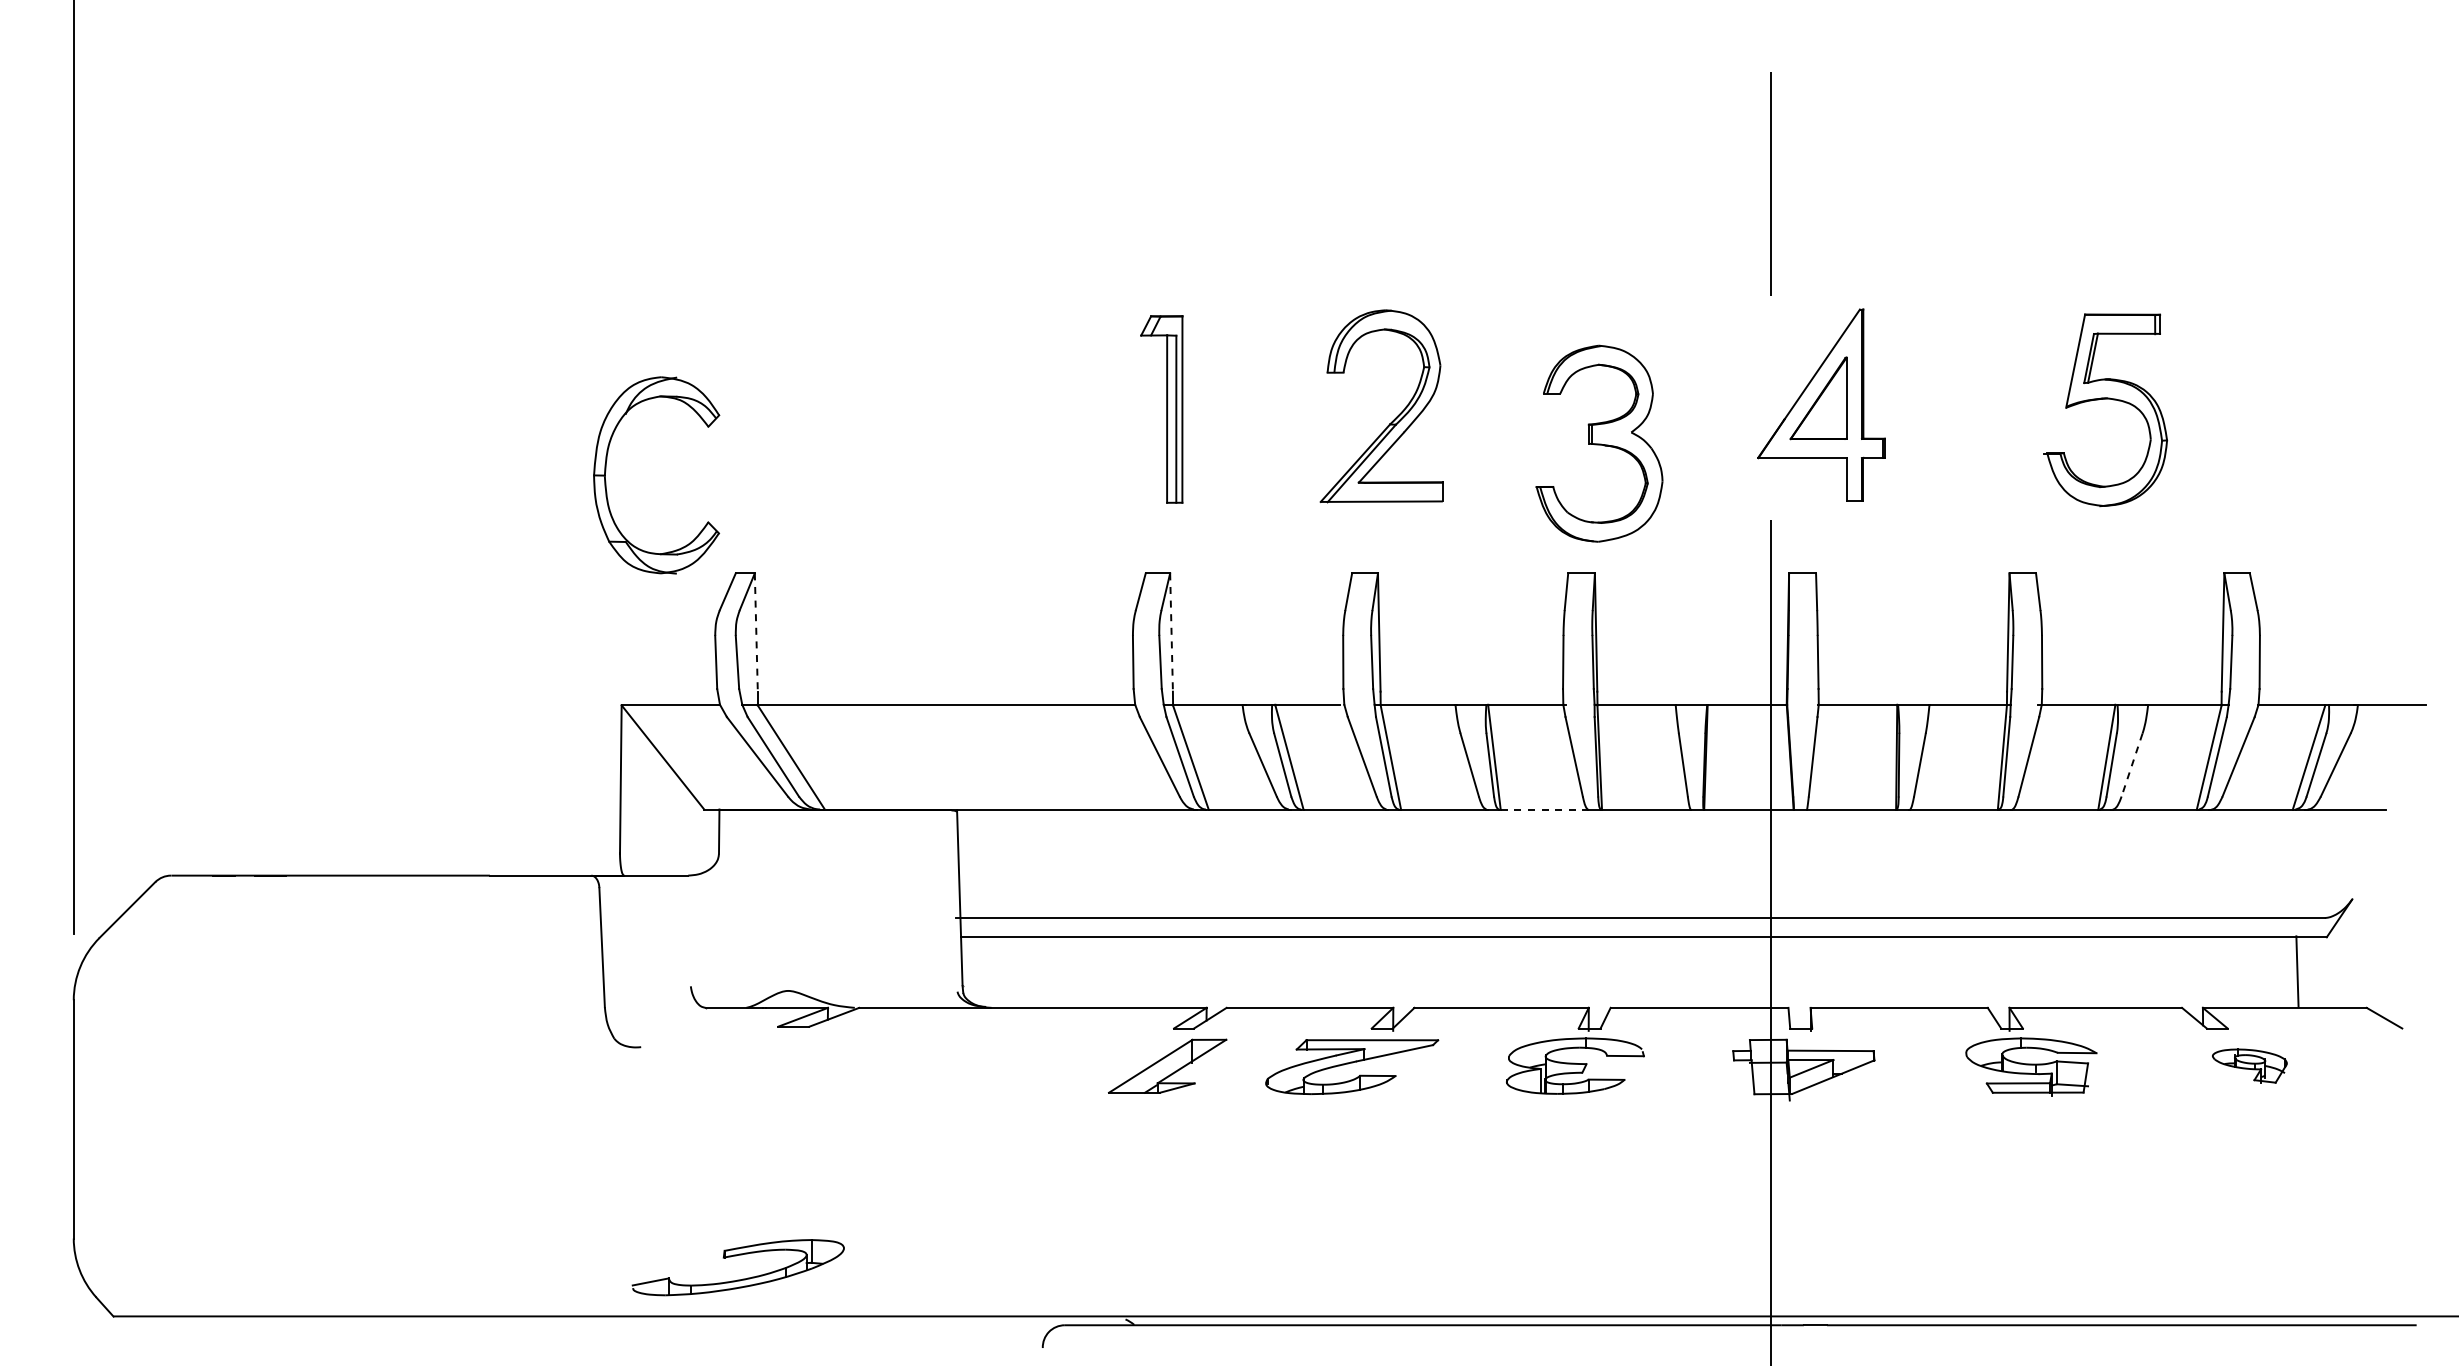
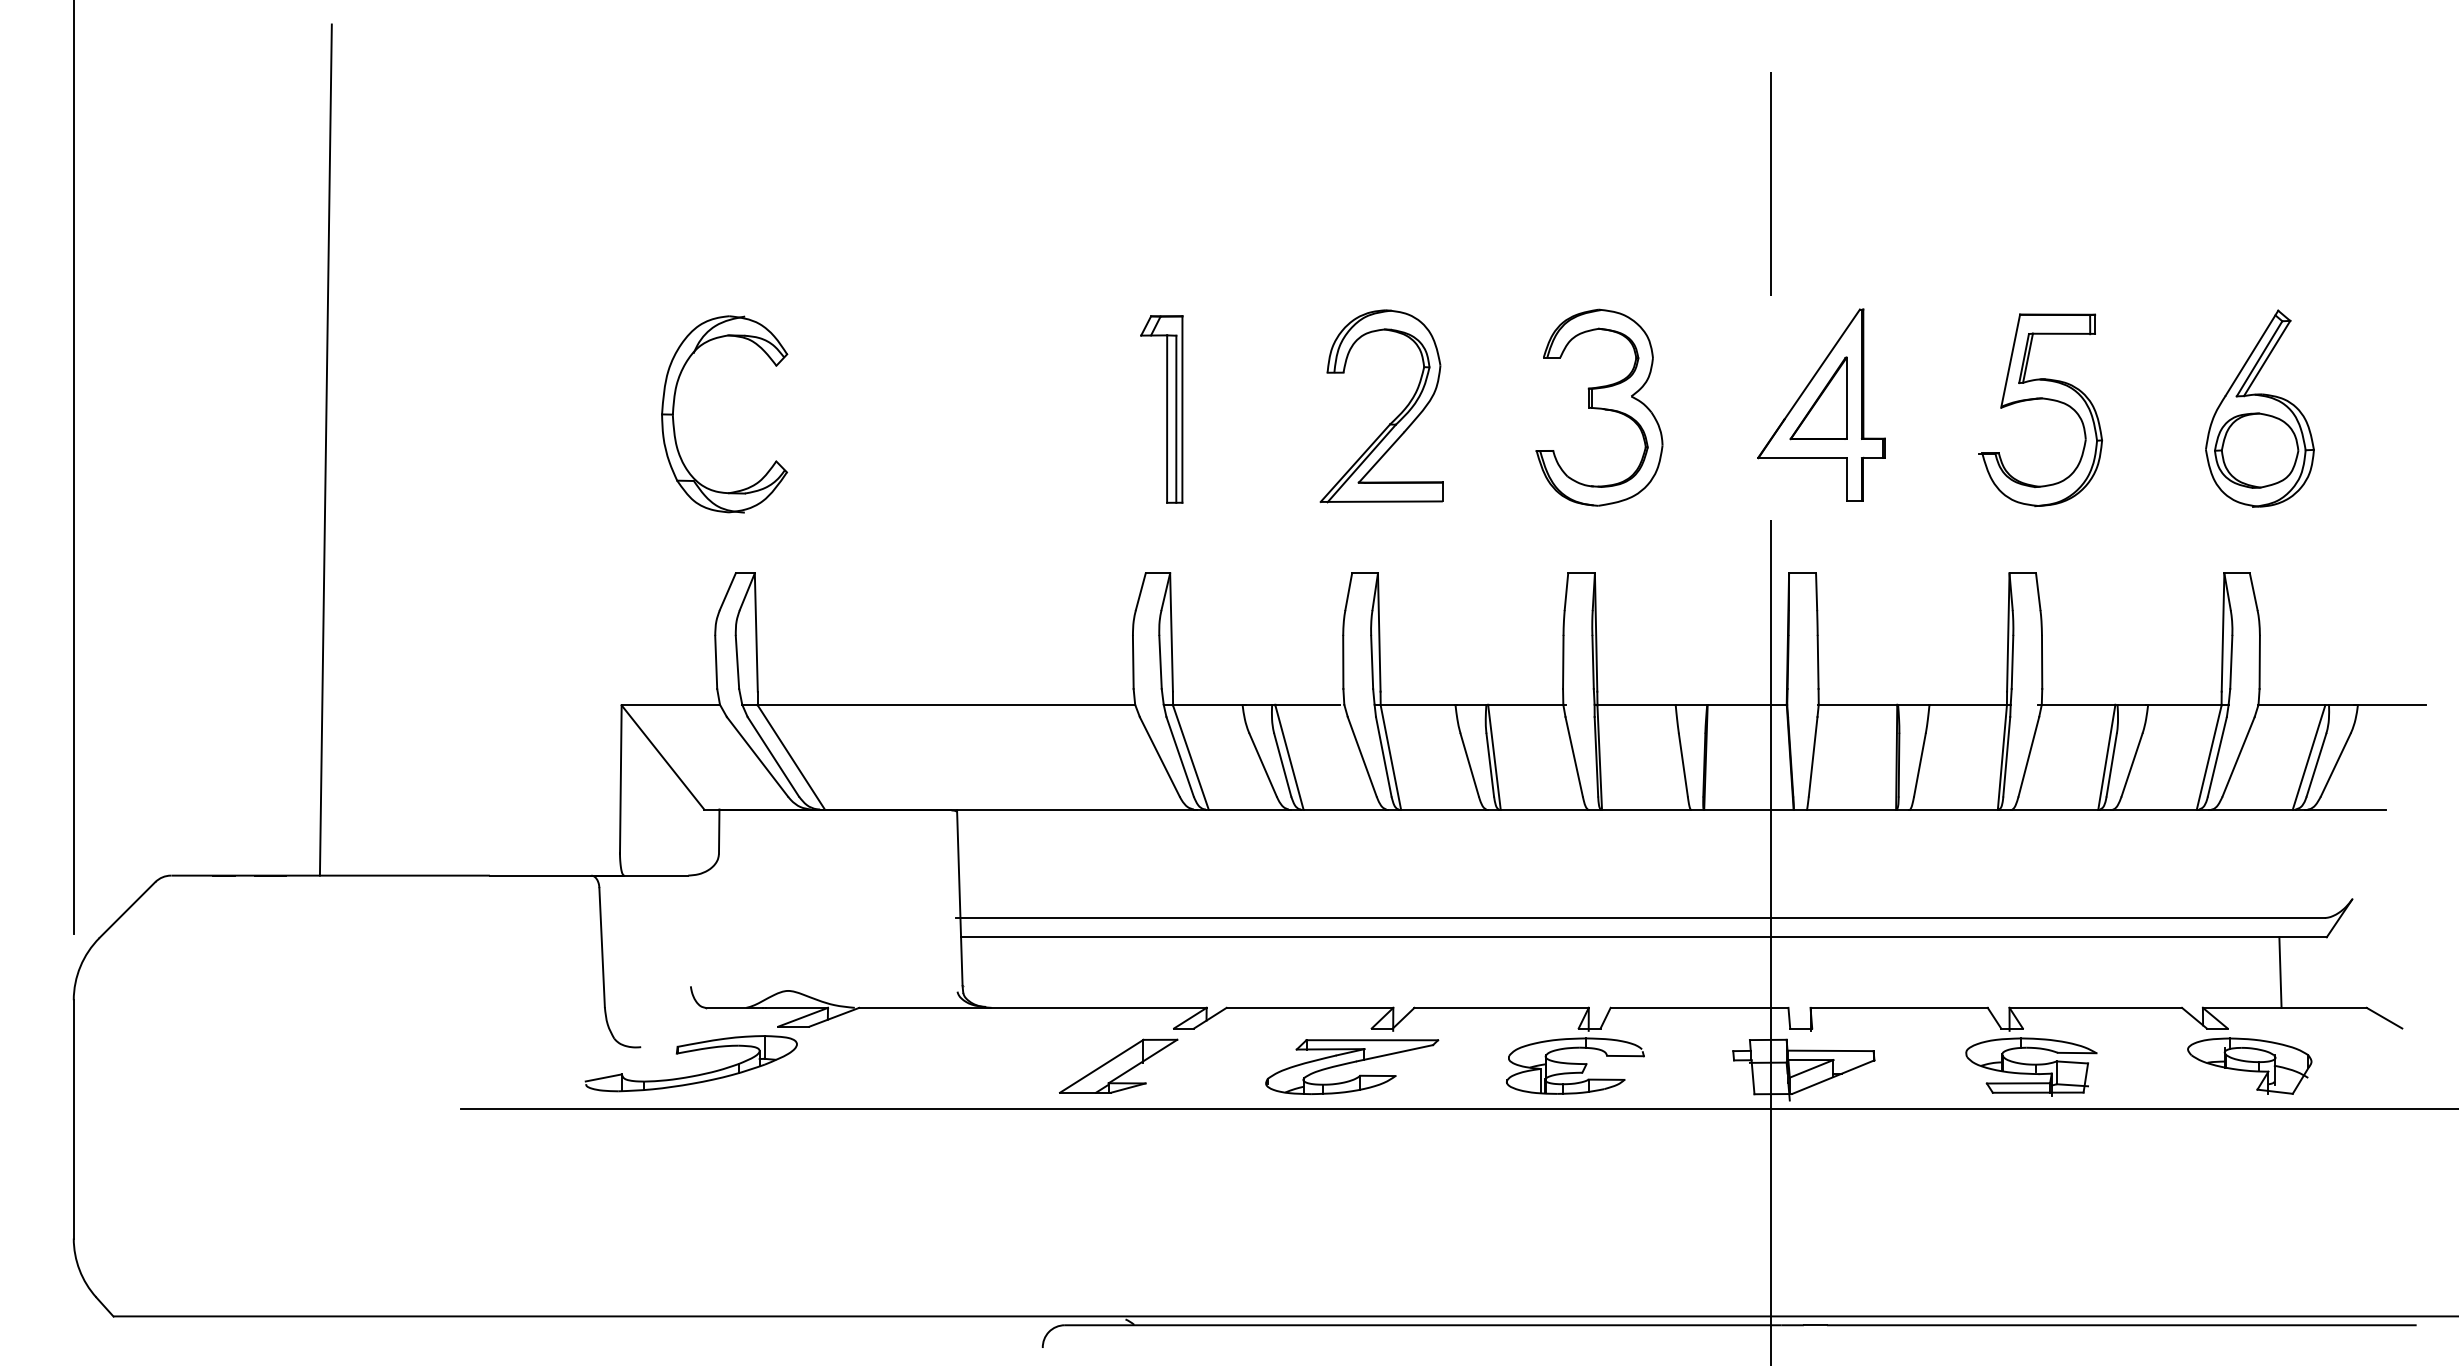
part at (2105, 399) position: (2105, 399) -> (2040, 399)
part at (2259, 408): none -> present
part at (1599, 443) position: (1599, 443) -> (1599, 407)
line at (325, 449): none -> present
part at (606, 471) position: (606, 471) -> (674, 410)
line at (756, 633): dashed -> solid
line at (1171, 633): dashed -> solid
line at (2131, 765): dashed -> solid
line at (1545, 809): dashed -> solid
line at (2297, 971) position: (2297, 971) -> (2280, 972)
part at (1167, 1065) position: (1167, 1065) -> (1118, 1065)
part at (2249, 1065) size: 76x36 px -> 126x58 px
line at (1458, 1108): none -> present
part at (736, 1256) position: (736, 1256) -> (689, 1052)
